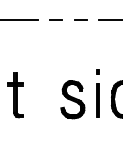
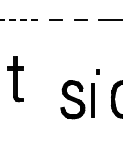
line at (19, 20): solid -> dashed
part at (15, 95) position: (15, 95) -> (15, 79)
line at (97, 100) position: (97, 100) -> (92, 100)
